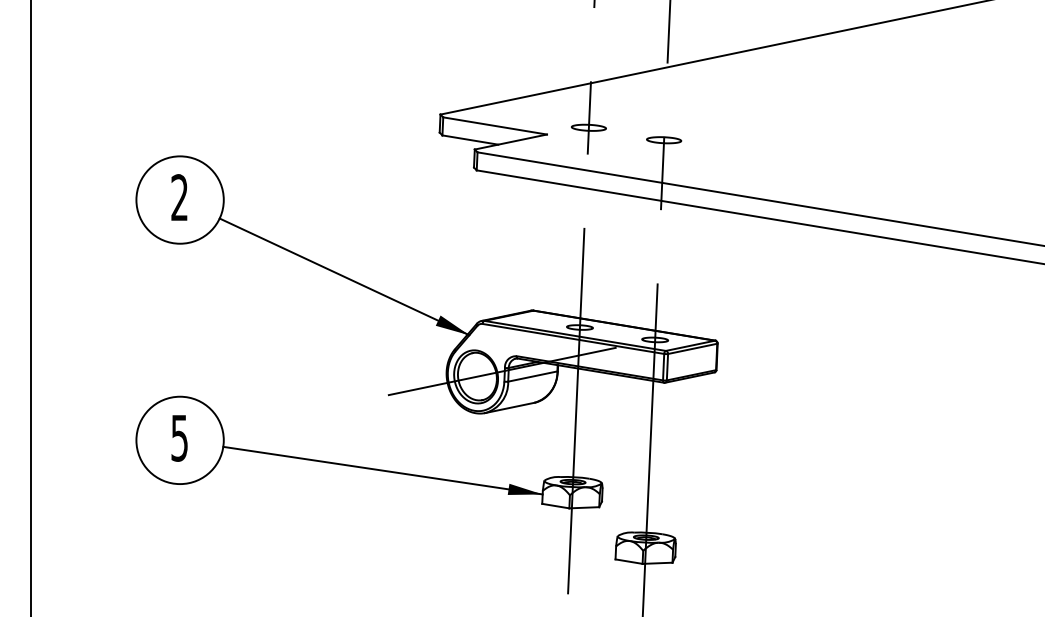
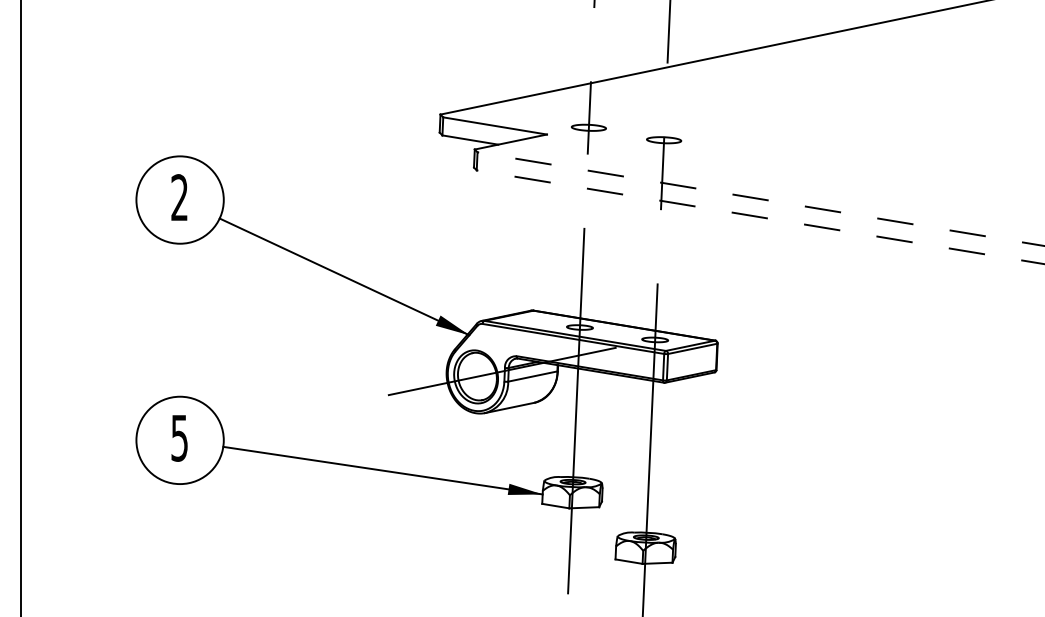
line at (760, 199): solid -> dashed
line at (760, 217): solid -> dashed
line at (31, 307) position: (31, 307) -> (21, 307)
